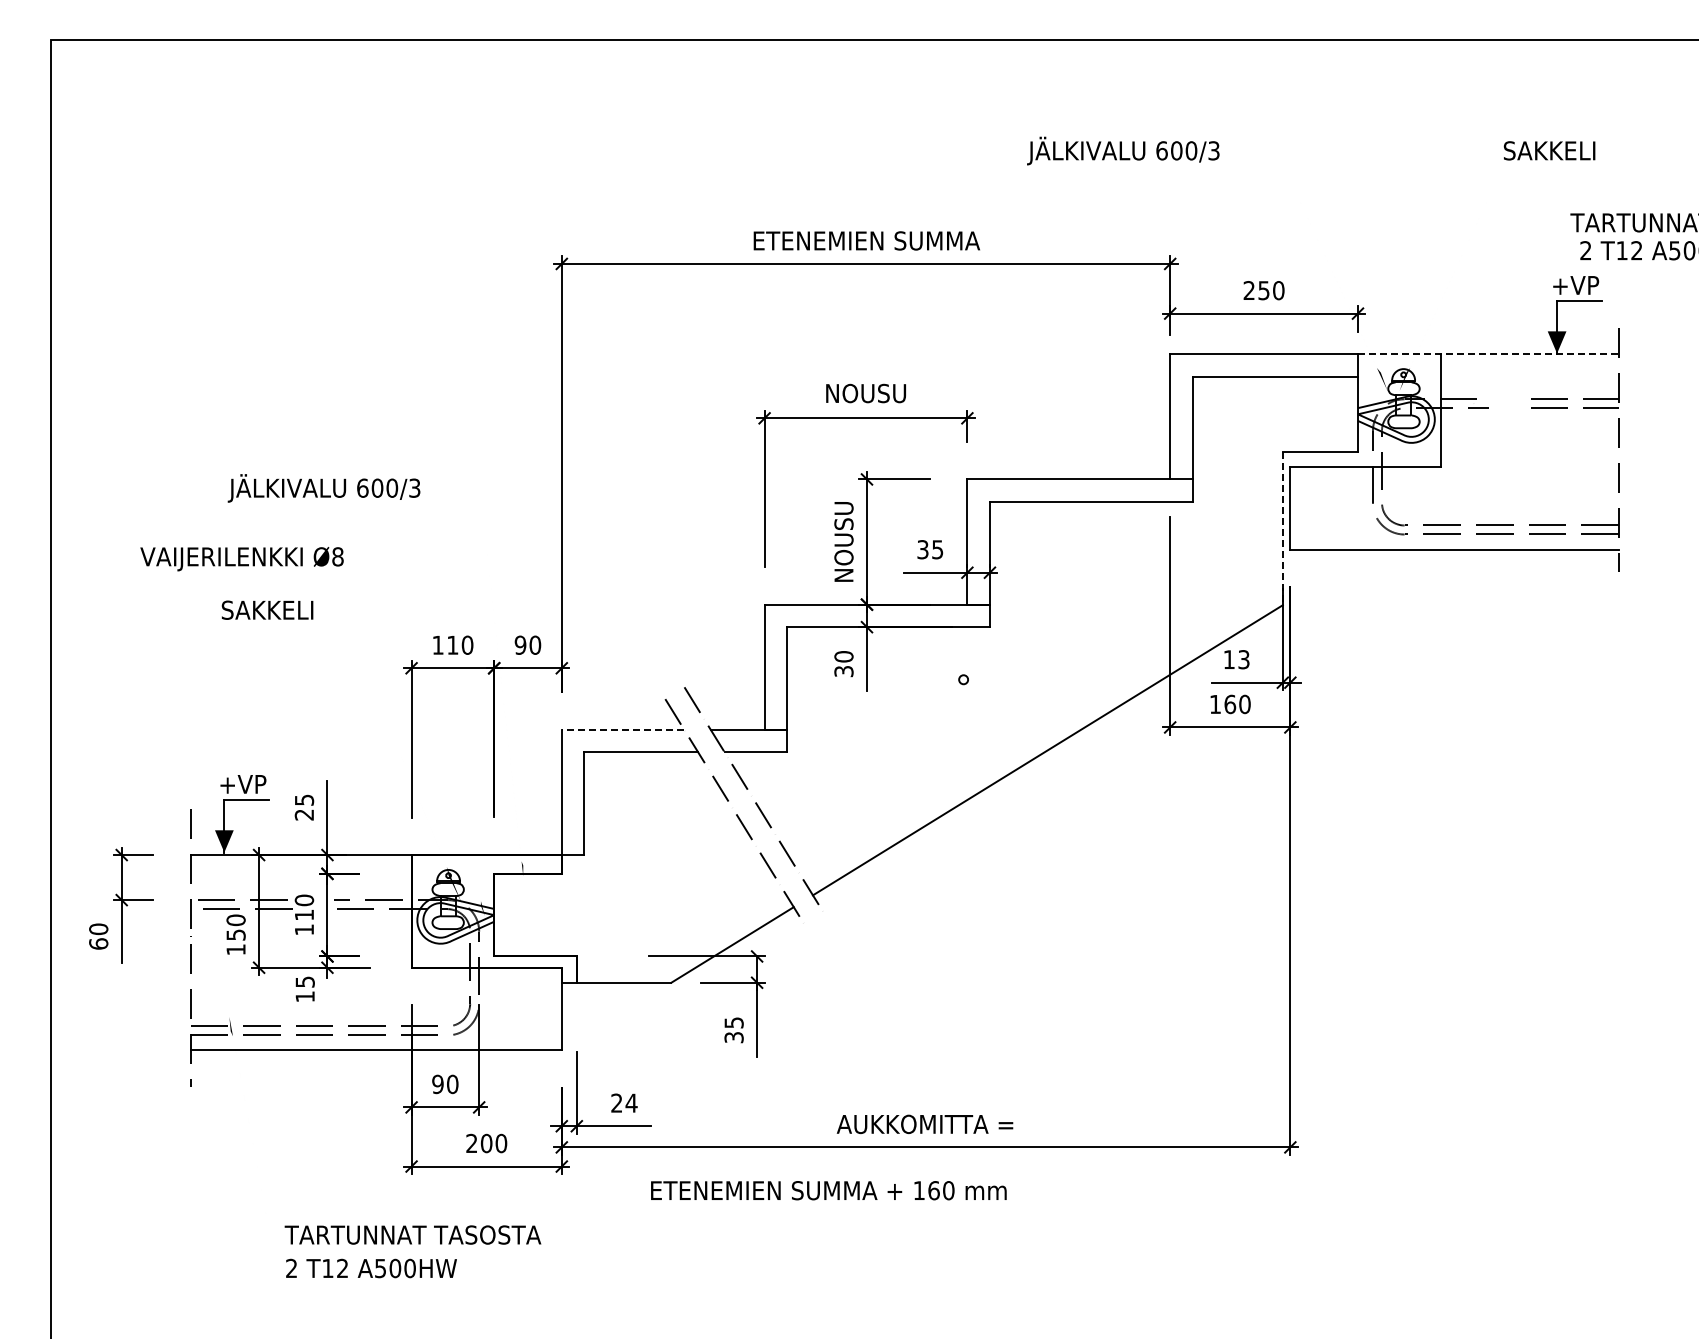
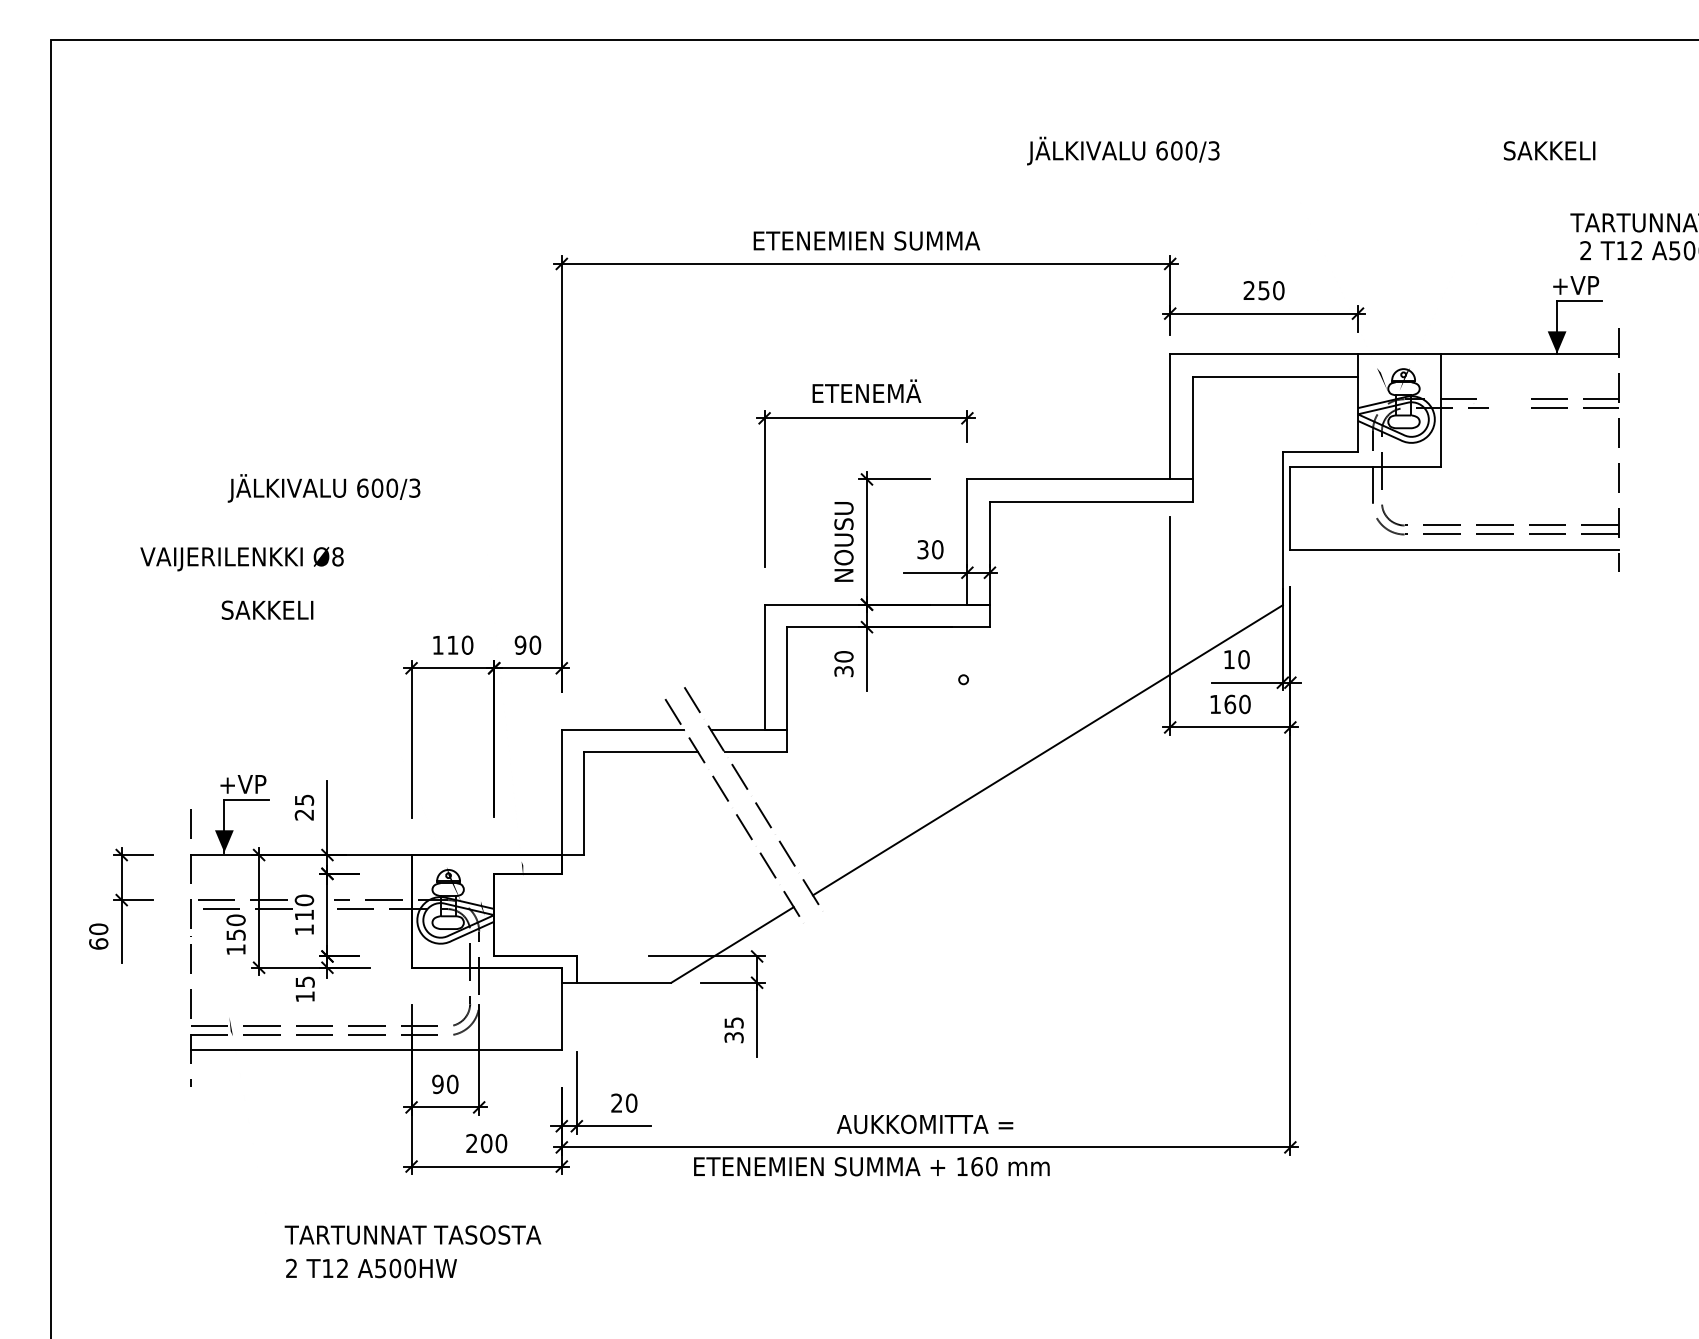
line at (1488, 354): dashed -> solid
text at (866, 391): NOUSU -> ETENEMÄ
line at (1282, 528): dashed -> solid
text at (937, 549): 35 -> 30
text at (1243, 659): 13 -> 10
line at (622, 729): dashed -> solid
text at (631, 1102): 24 -> 20
text at (828, 1190) position: (828, 1190) -> (871, 1166)
